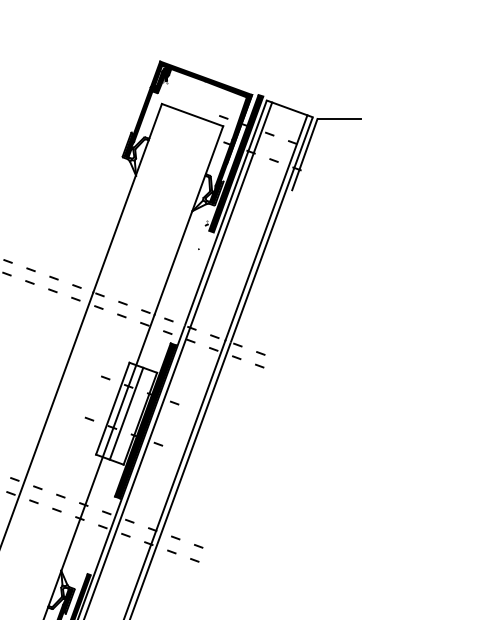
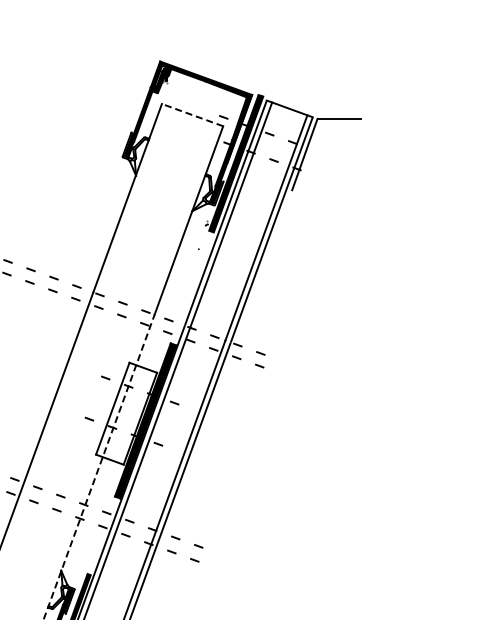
line at (192, 115): solid -> dashed
line at (126, 413): present -> none
line at (99, 466): solid -> dashed
